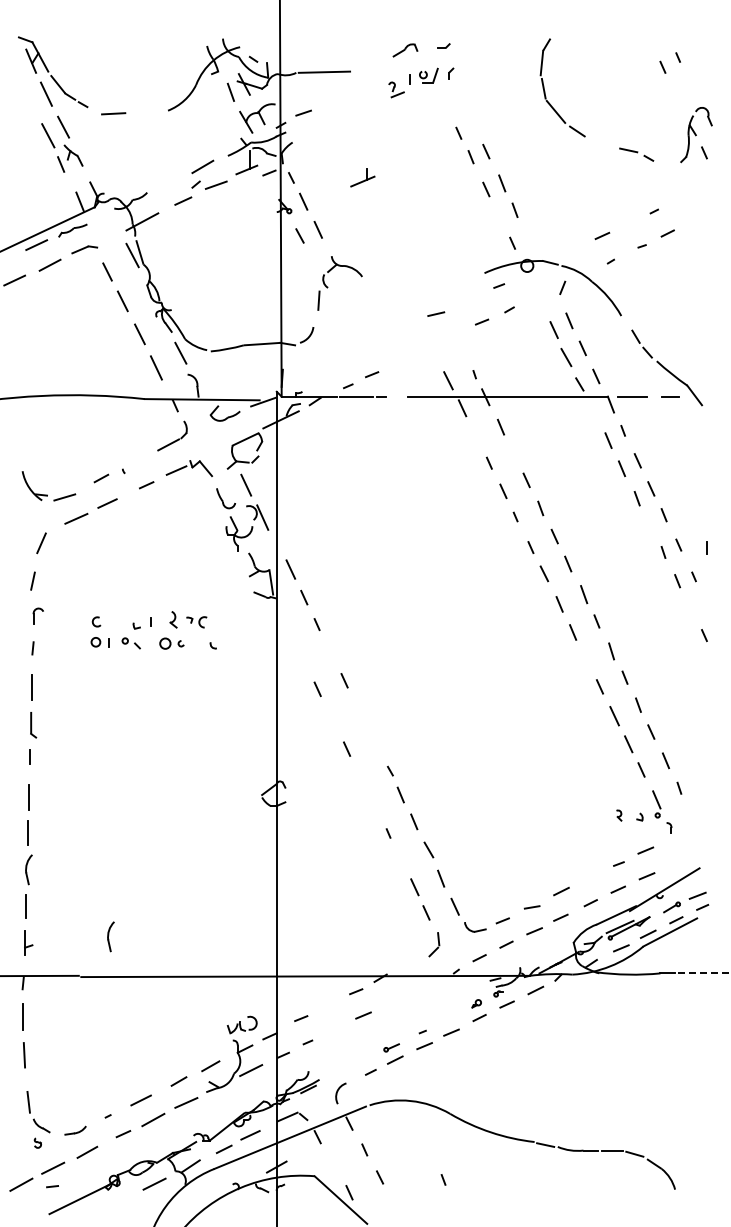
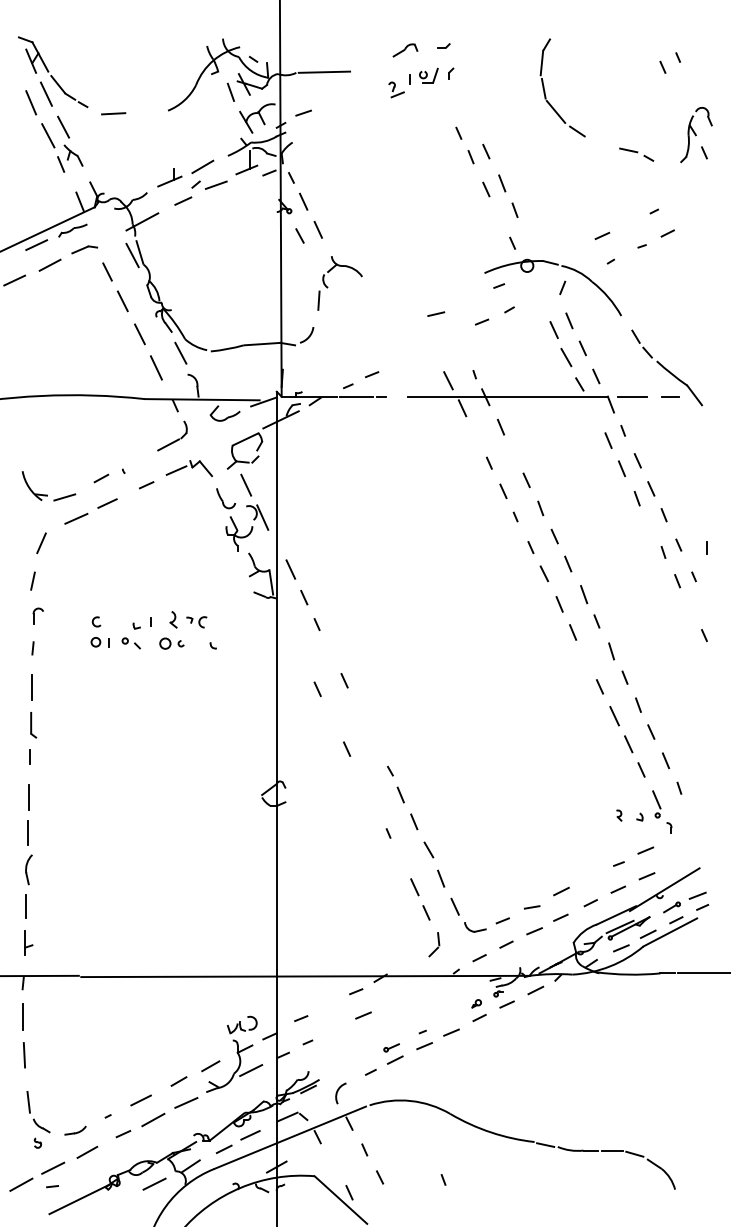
line at (31, 102): none -> present
part at (362, 177) position: (362, 177) -> (169, 177)
part at (110, 936): present -> none
line at (704, 973): dashed -> solid
